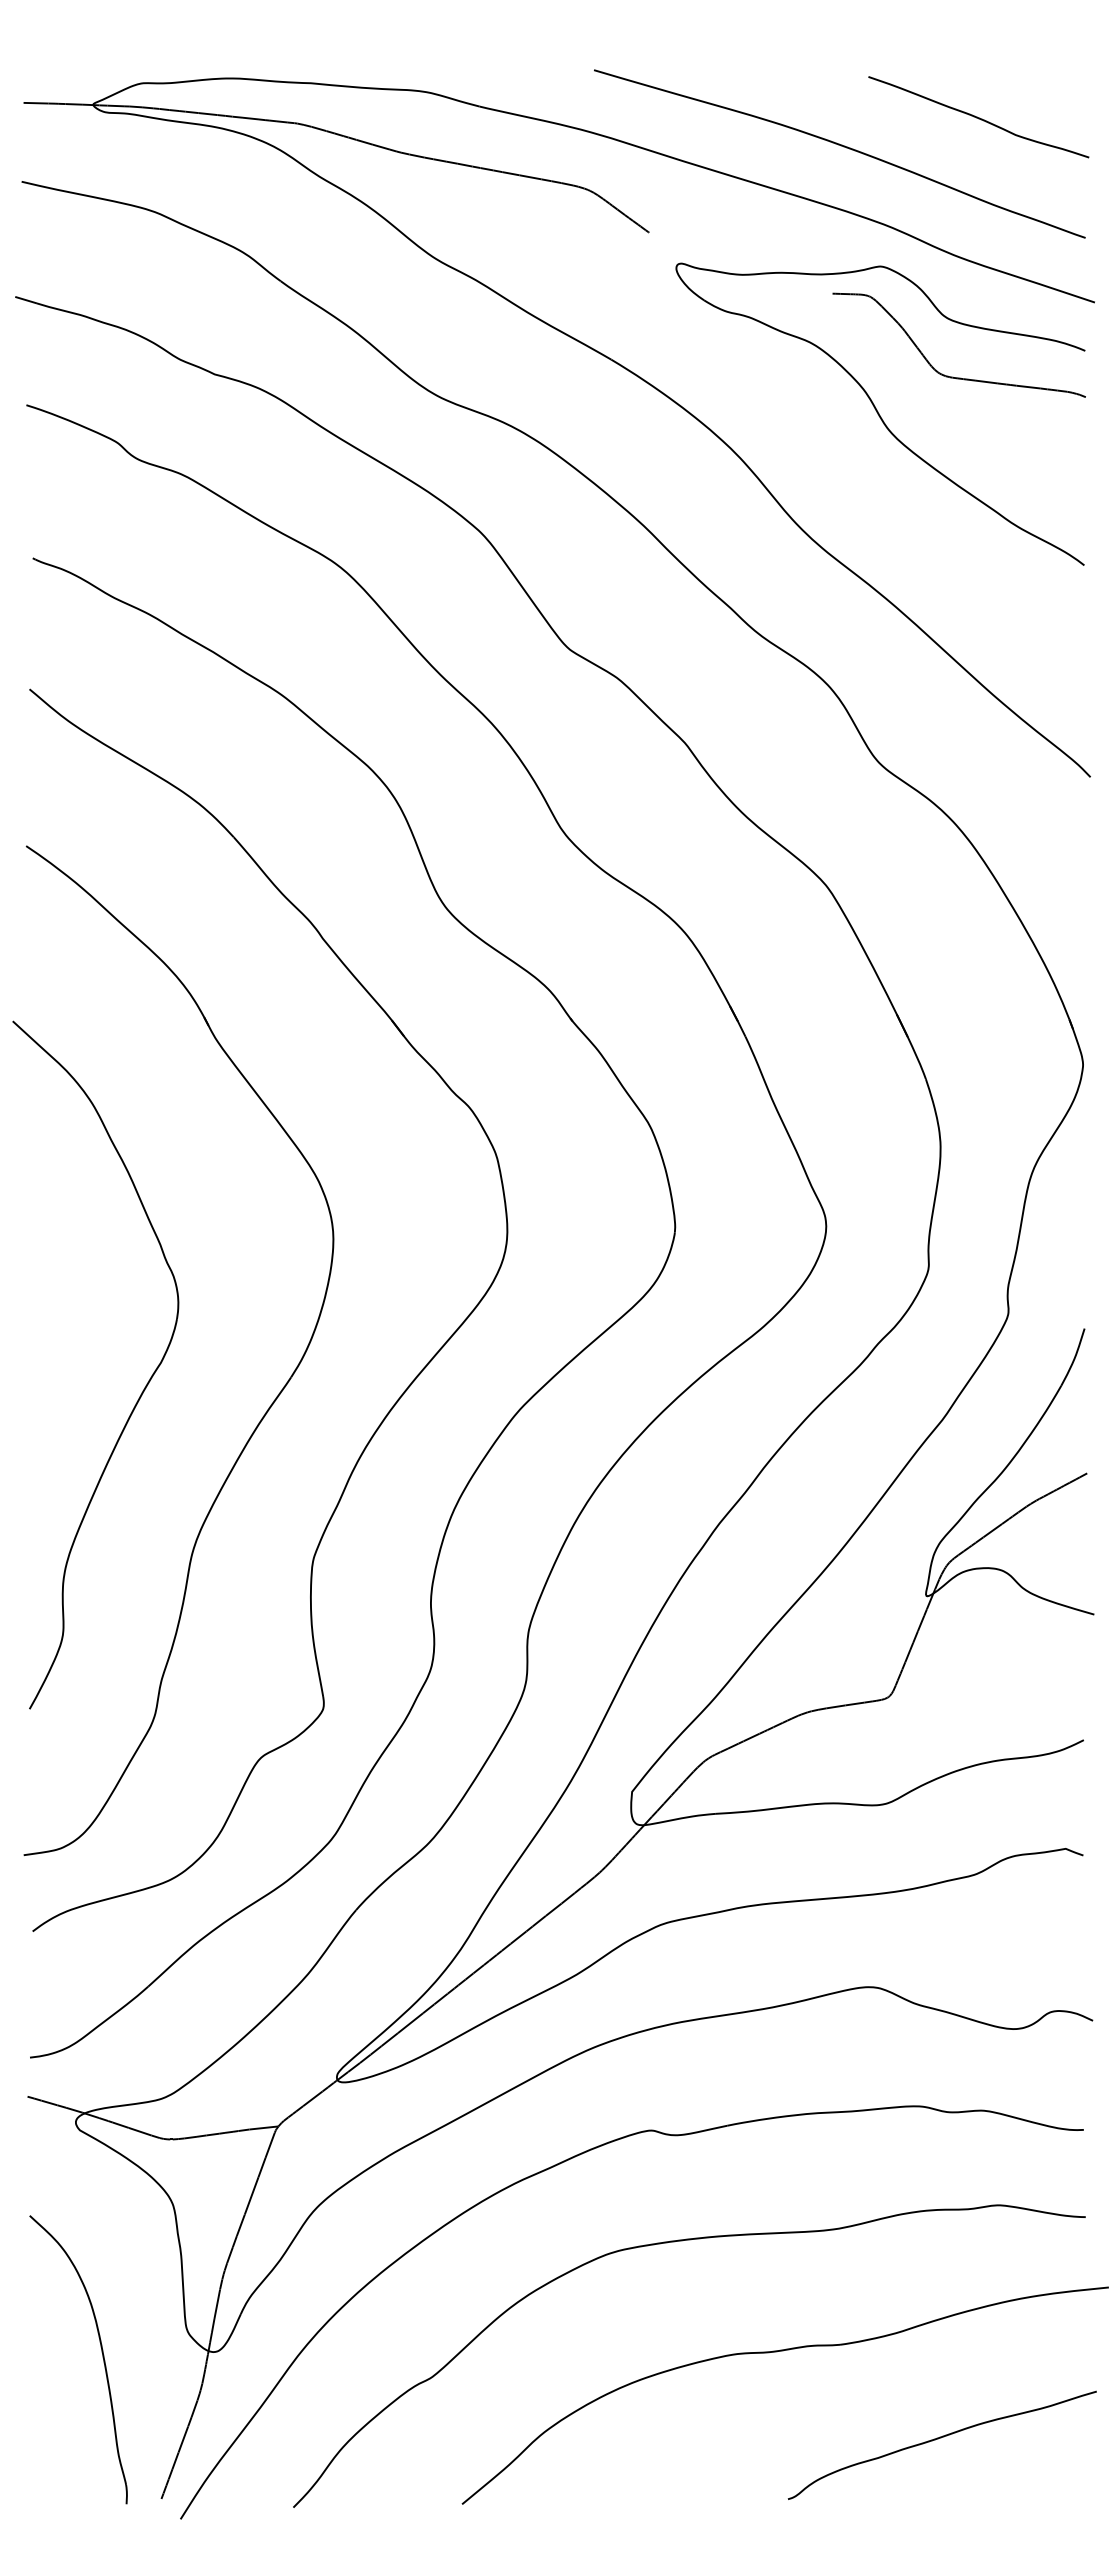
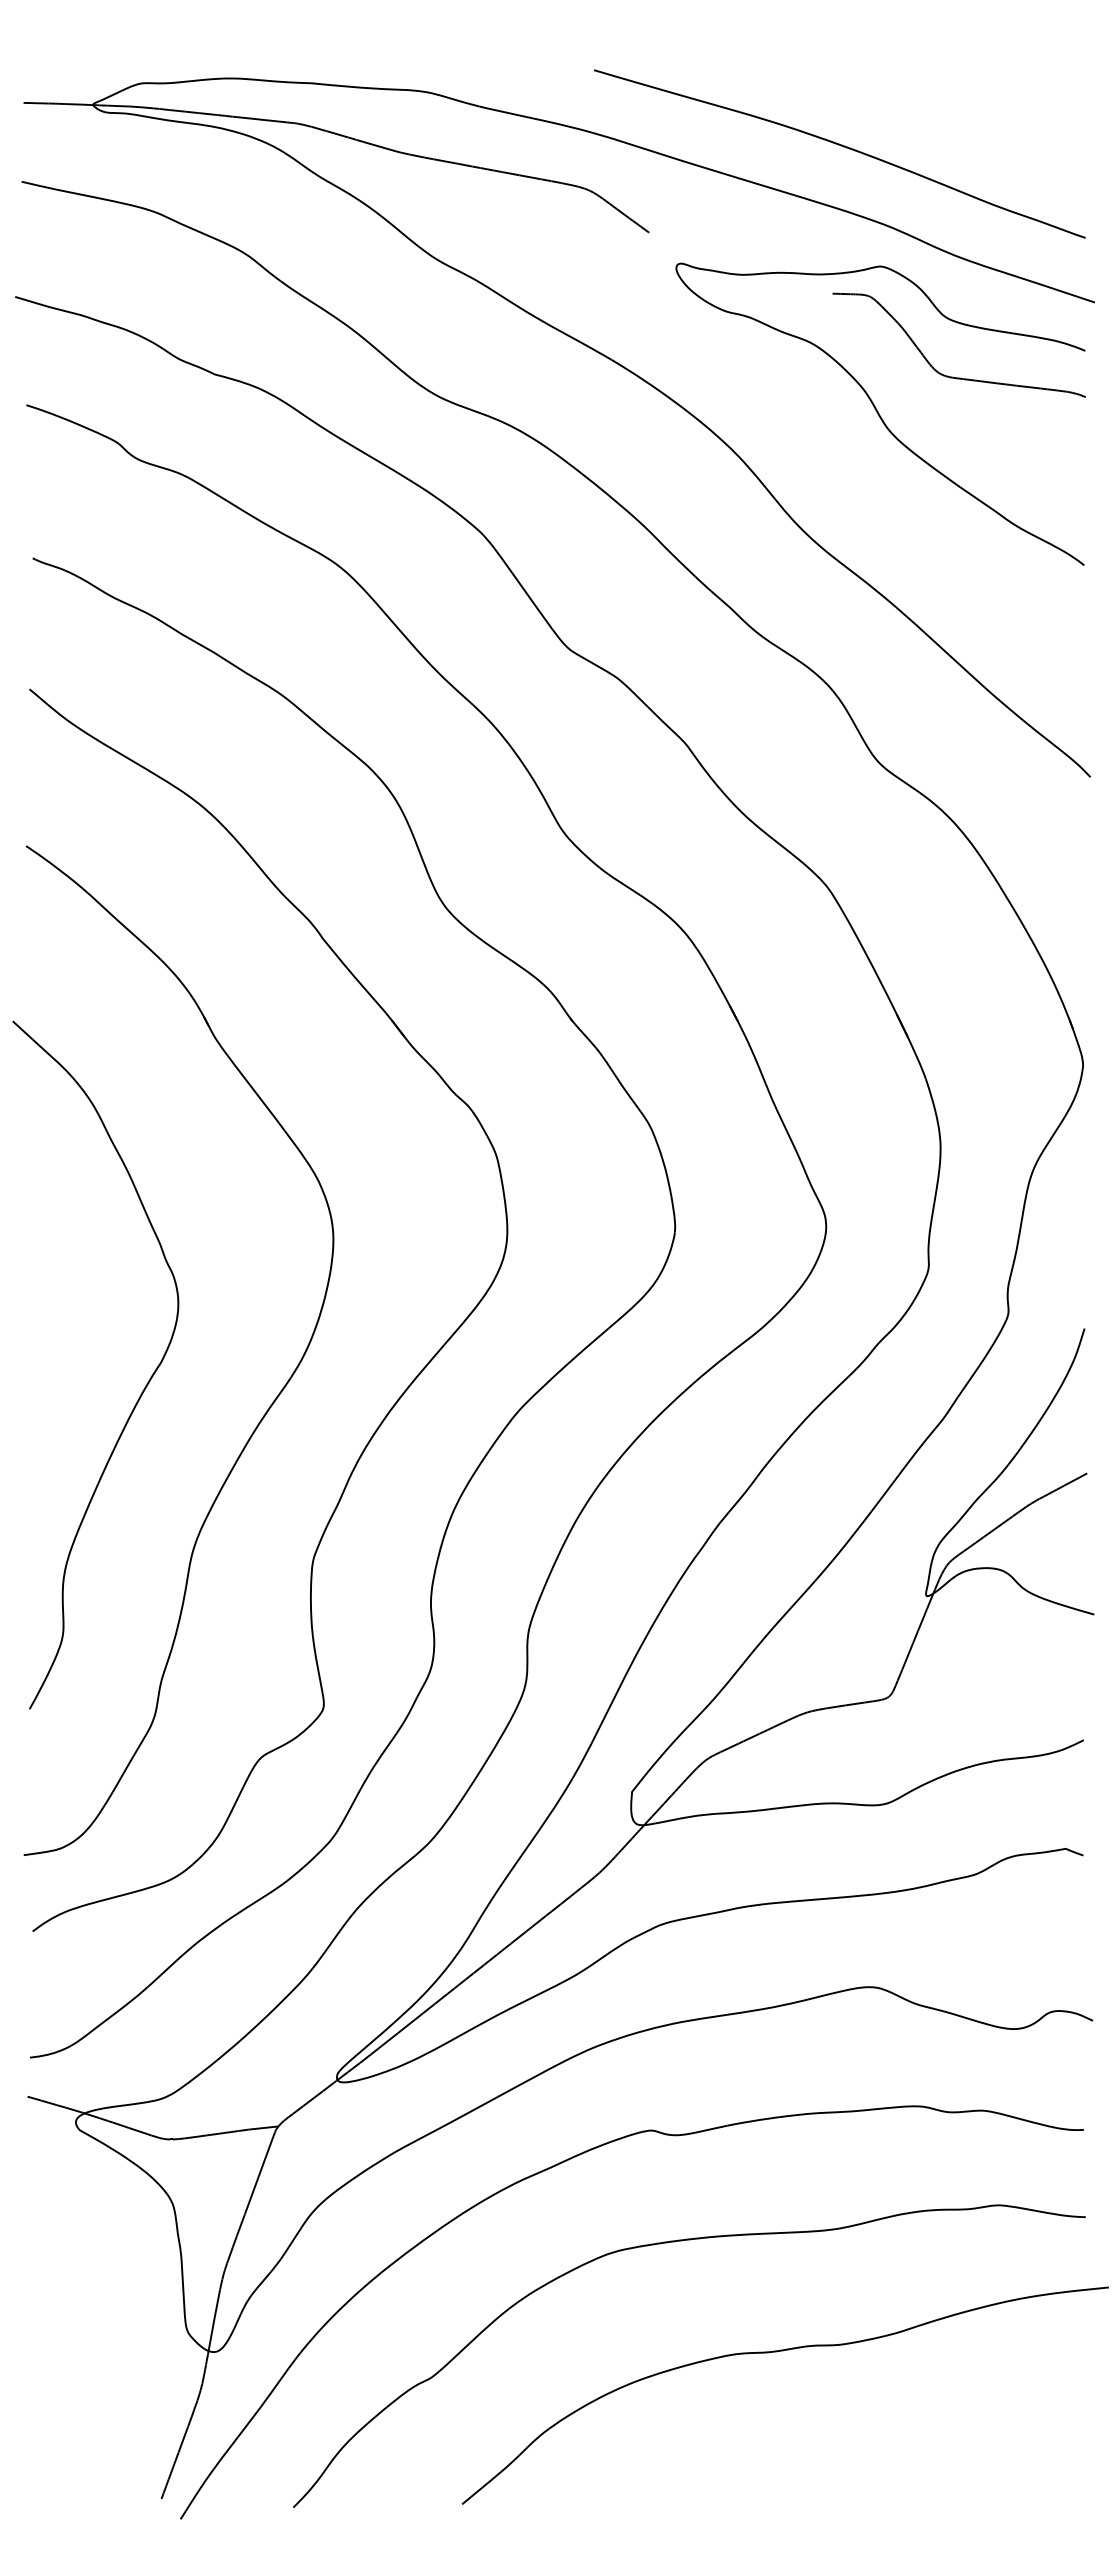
curve at (978, 117): present -> none
part at (101, 2352): present -> none
curve at (941, 2438): present -> none
